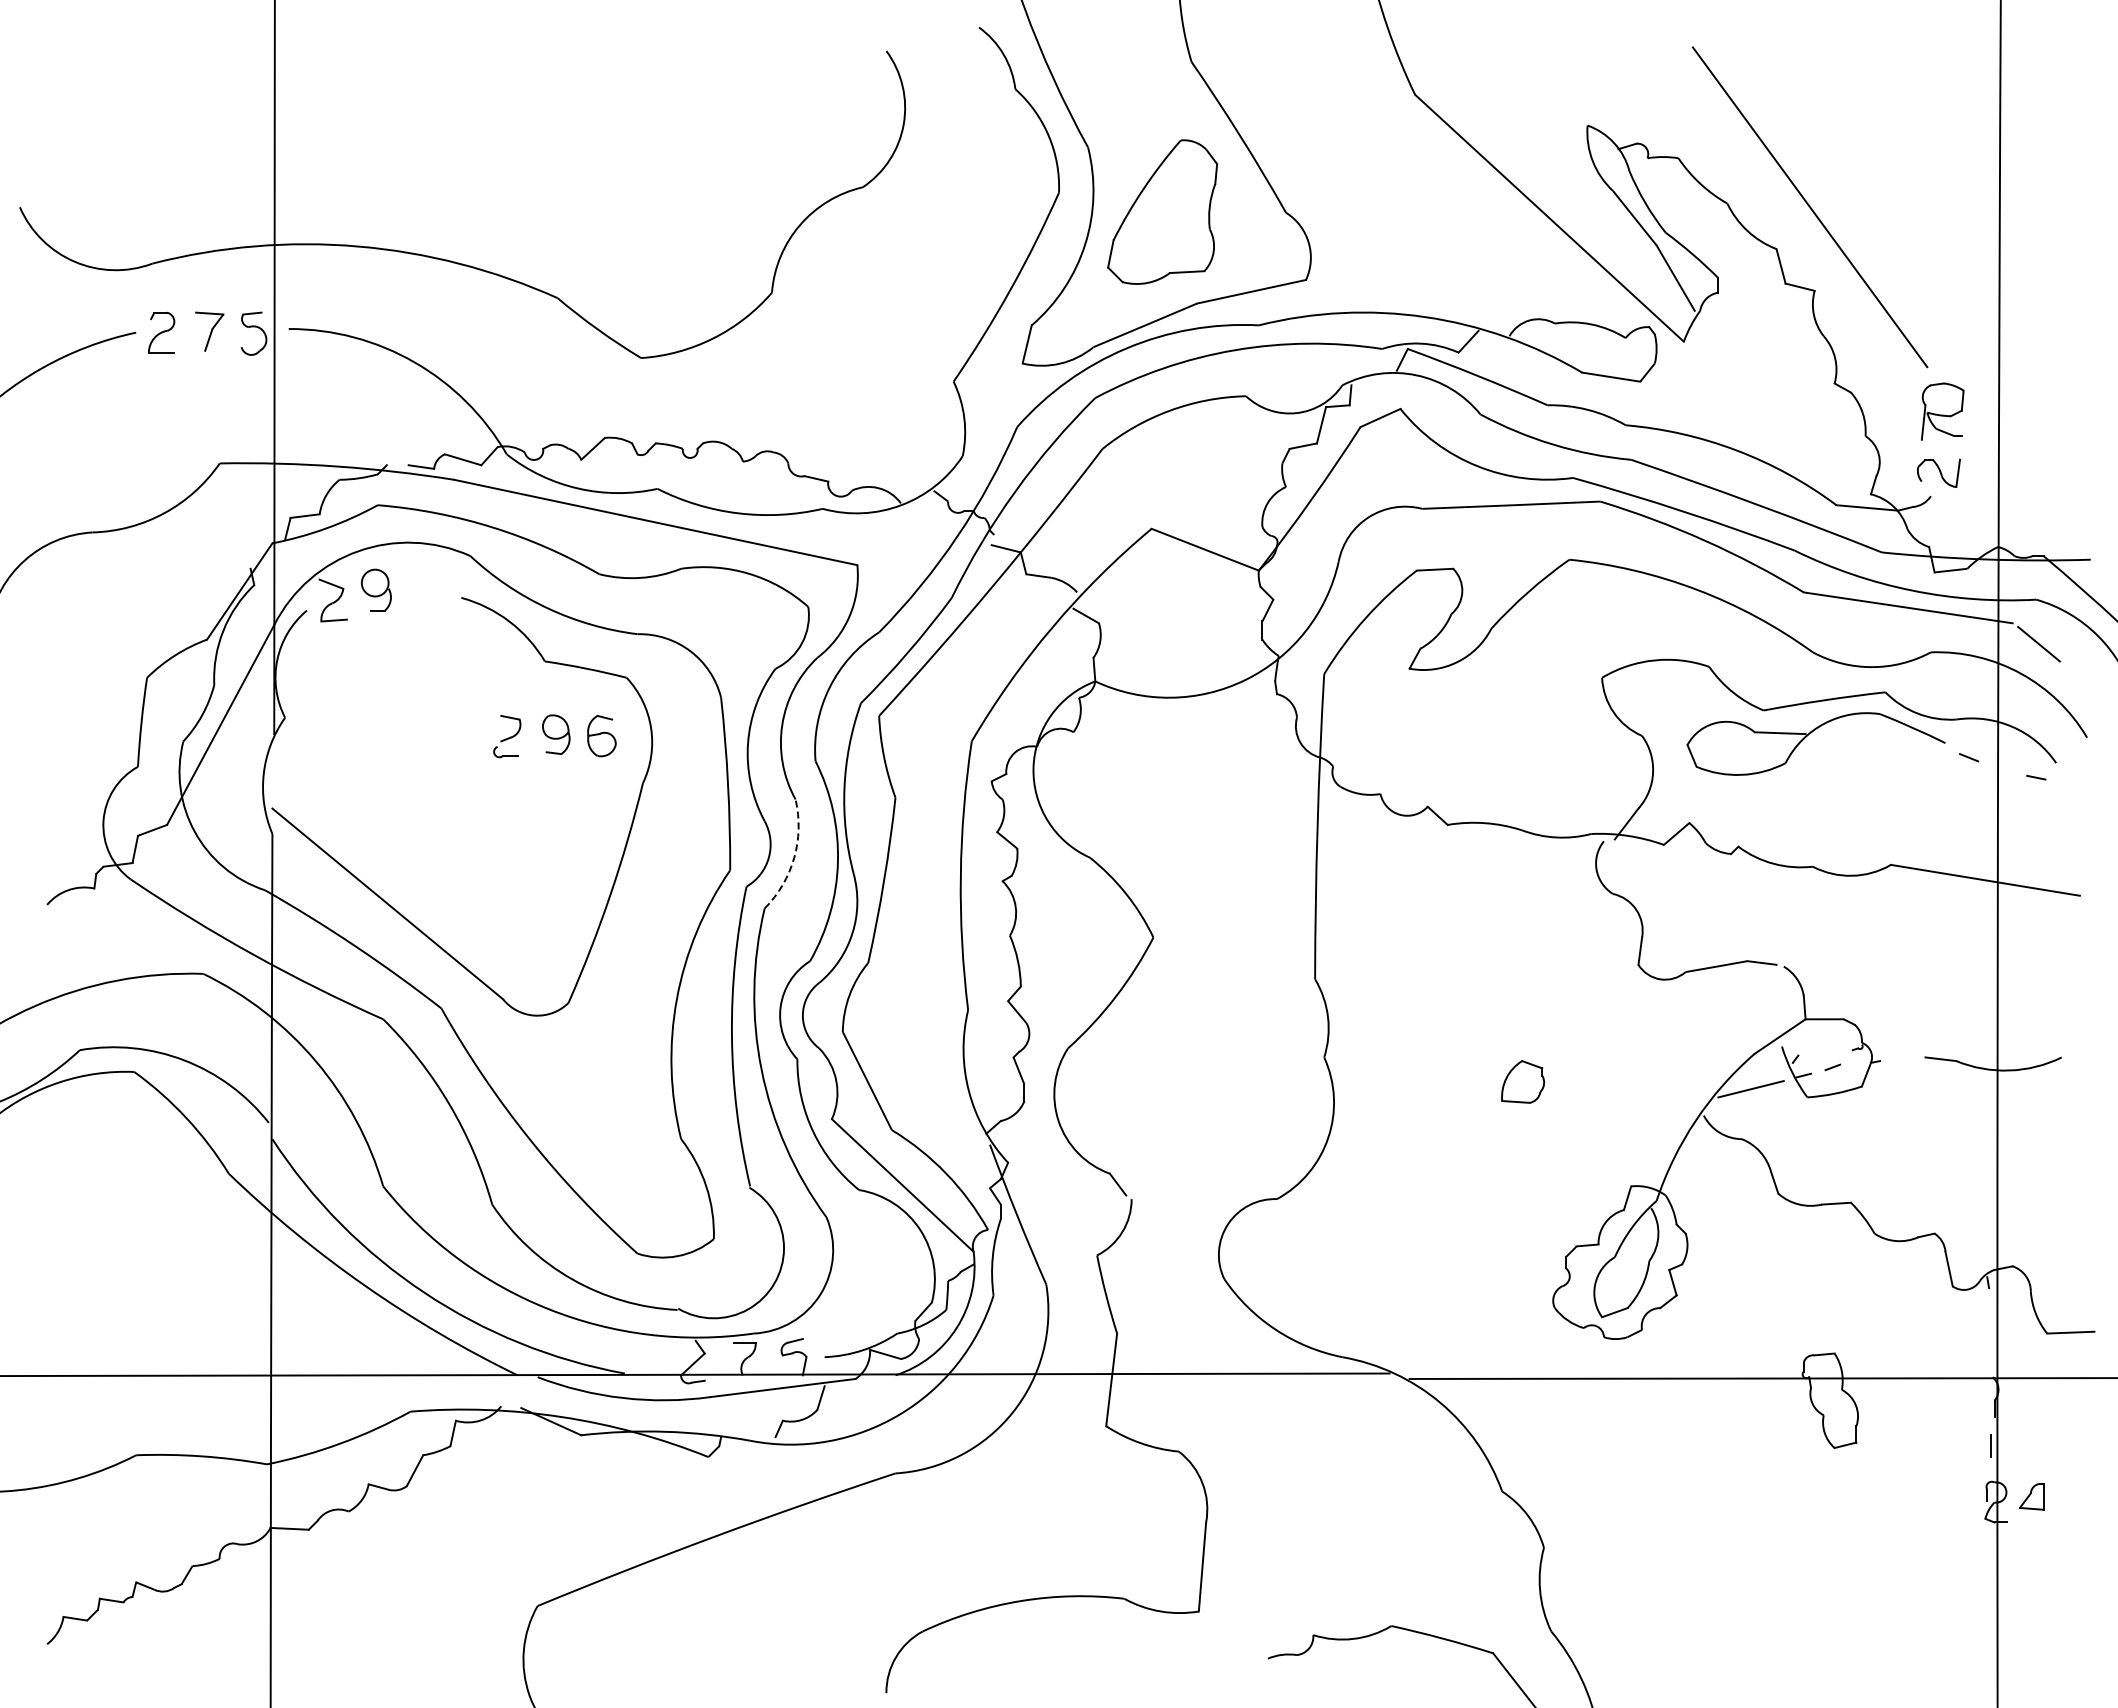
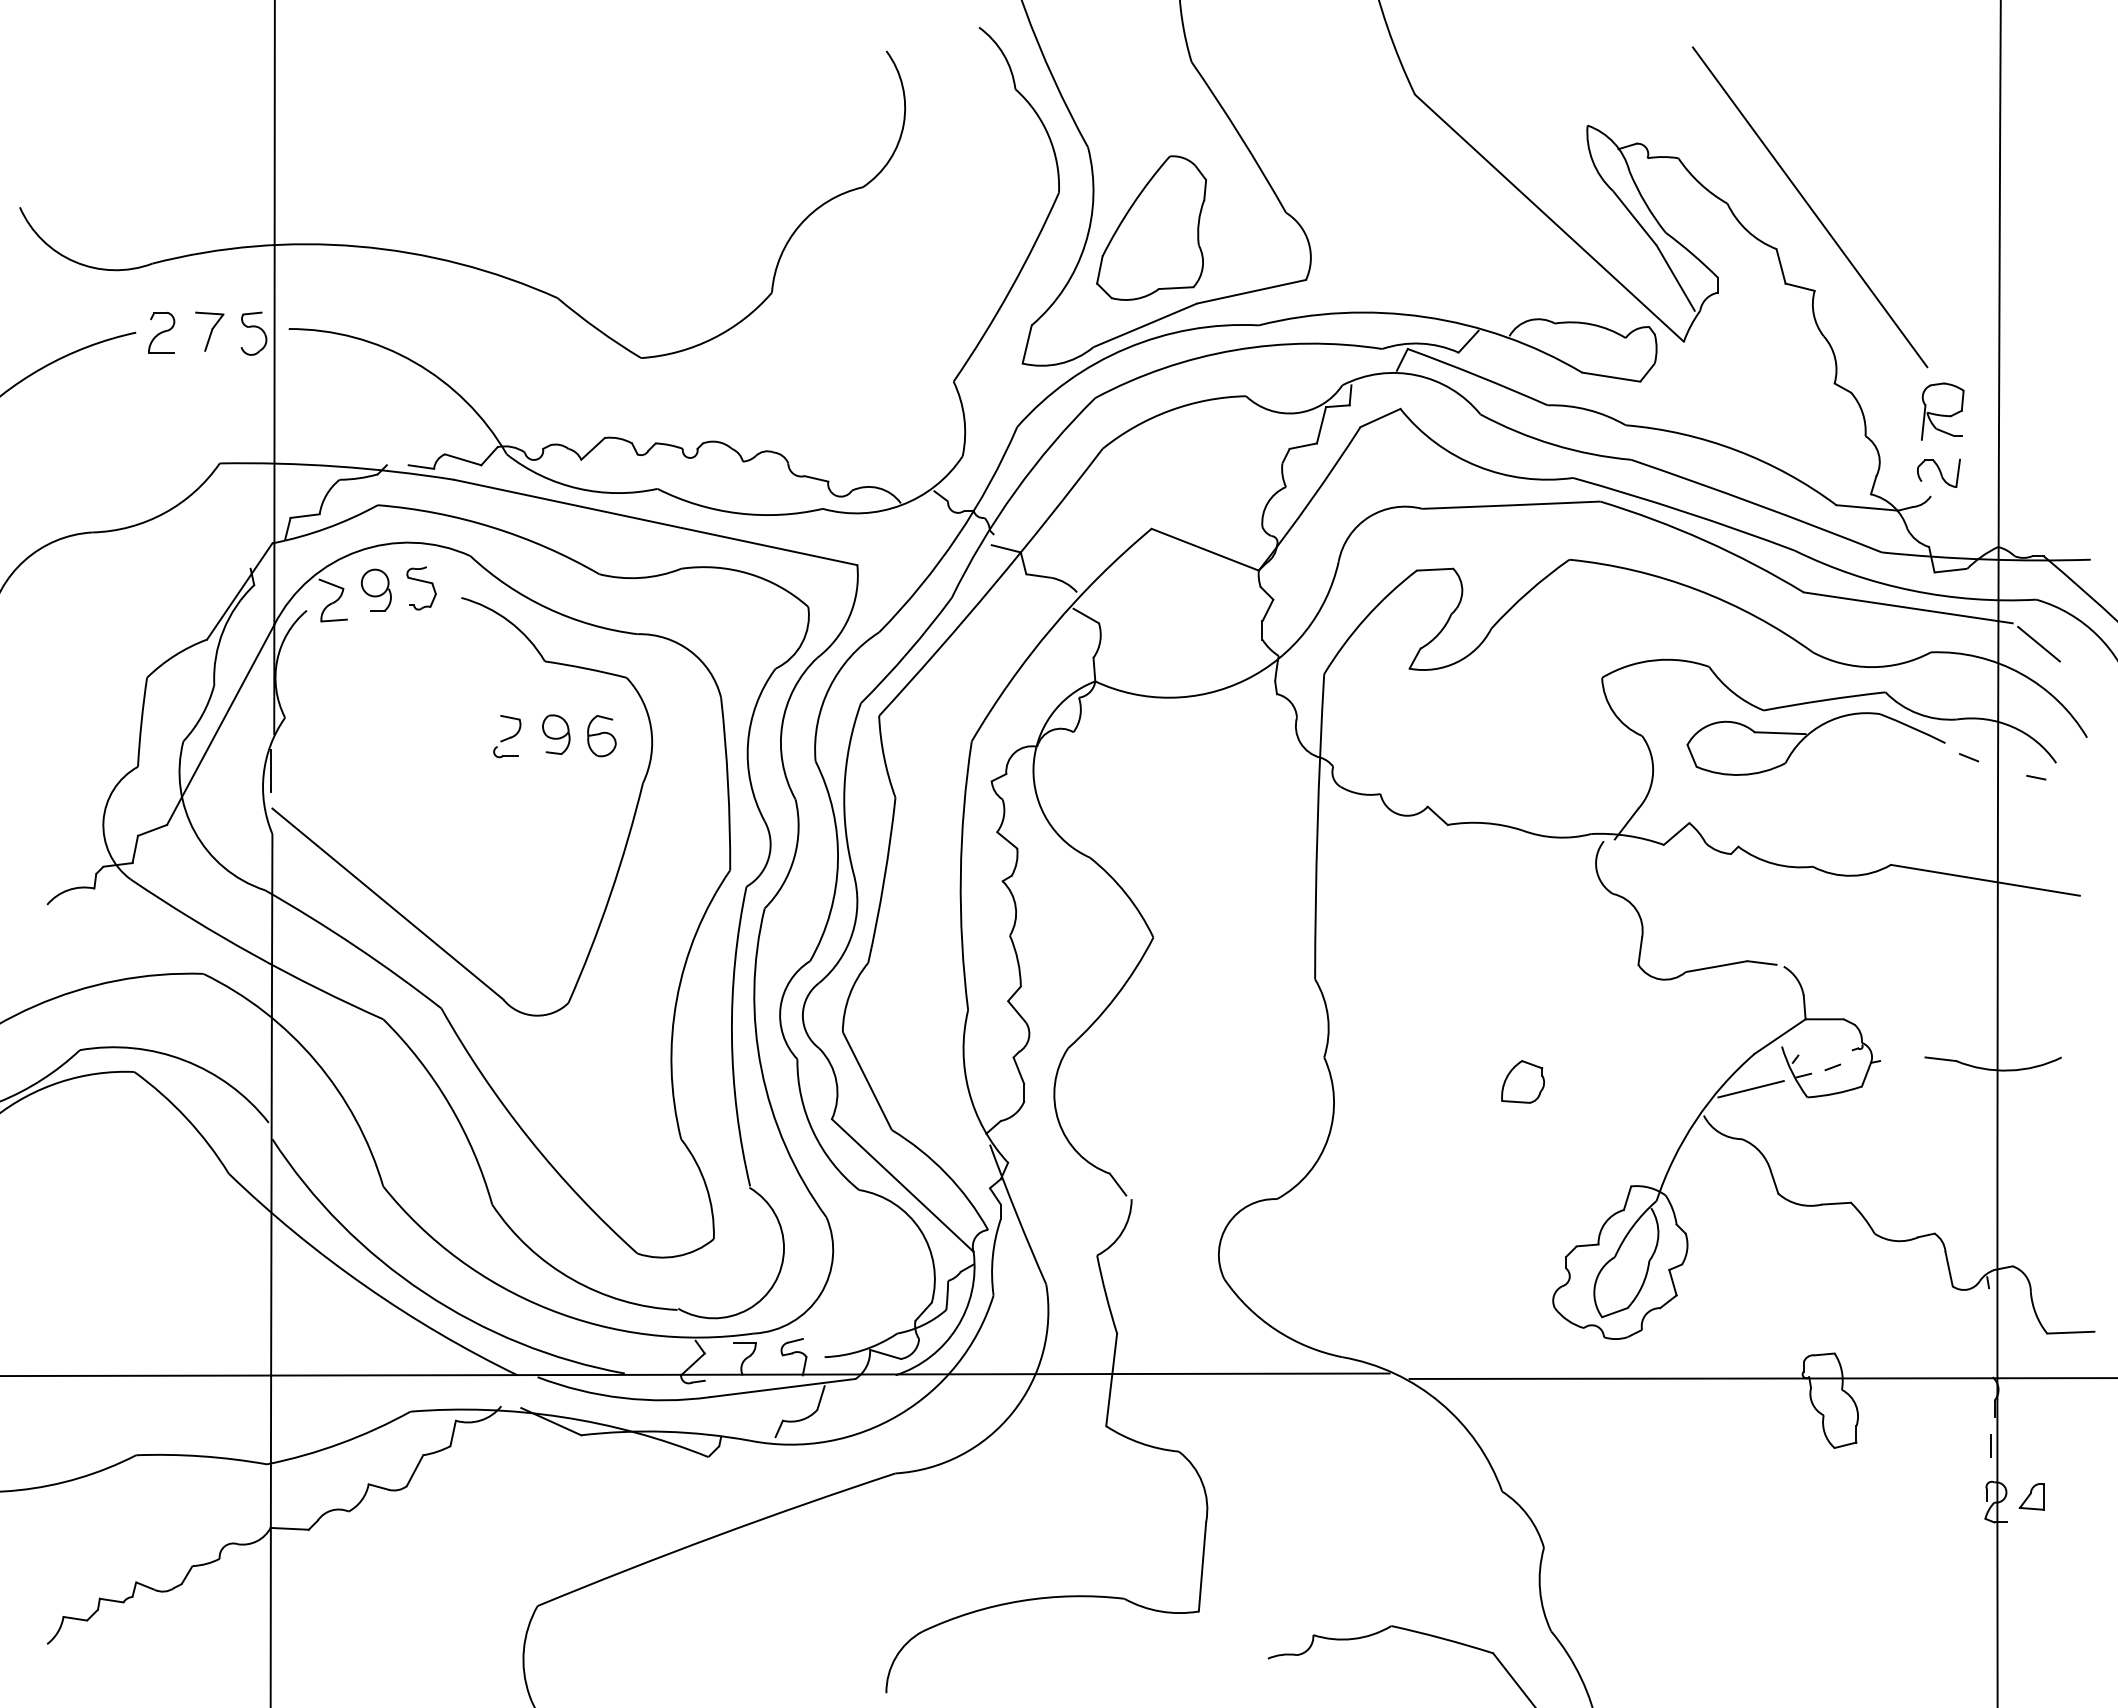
part at (1162, 211) position: (1162, 211) -> (1151, 227)
part at (423, 582): none -> present
line at (270, 771): none -> present
arc at (794, 857): dashed -> solid
